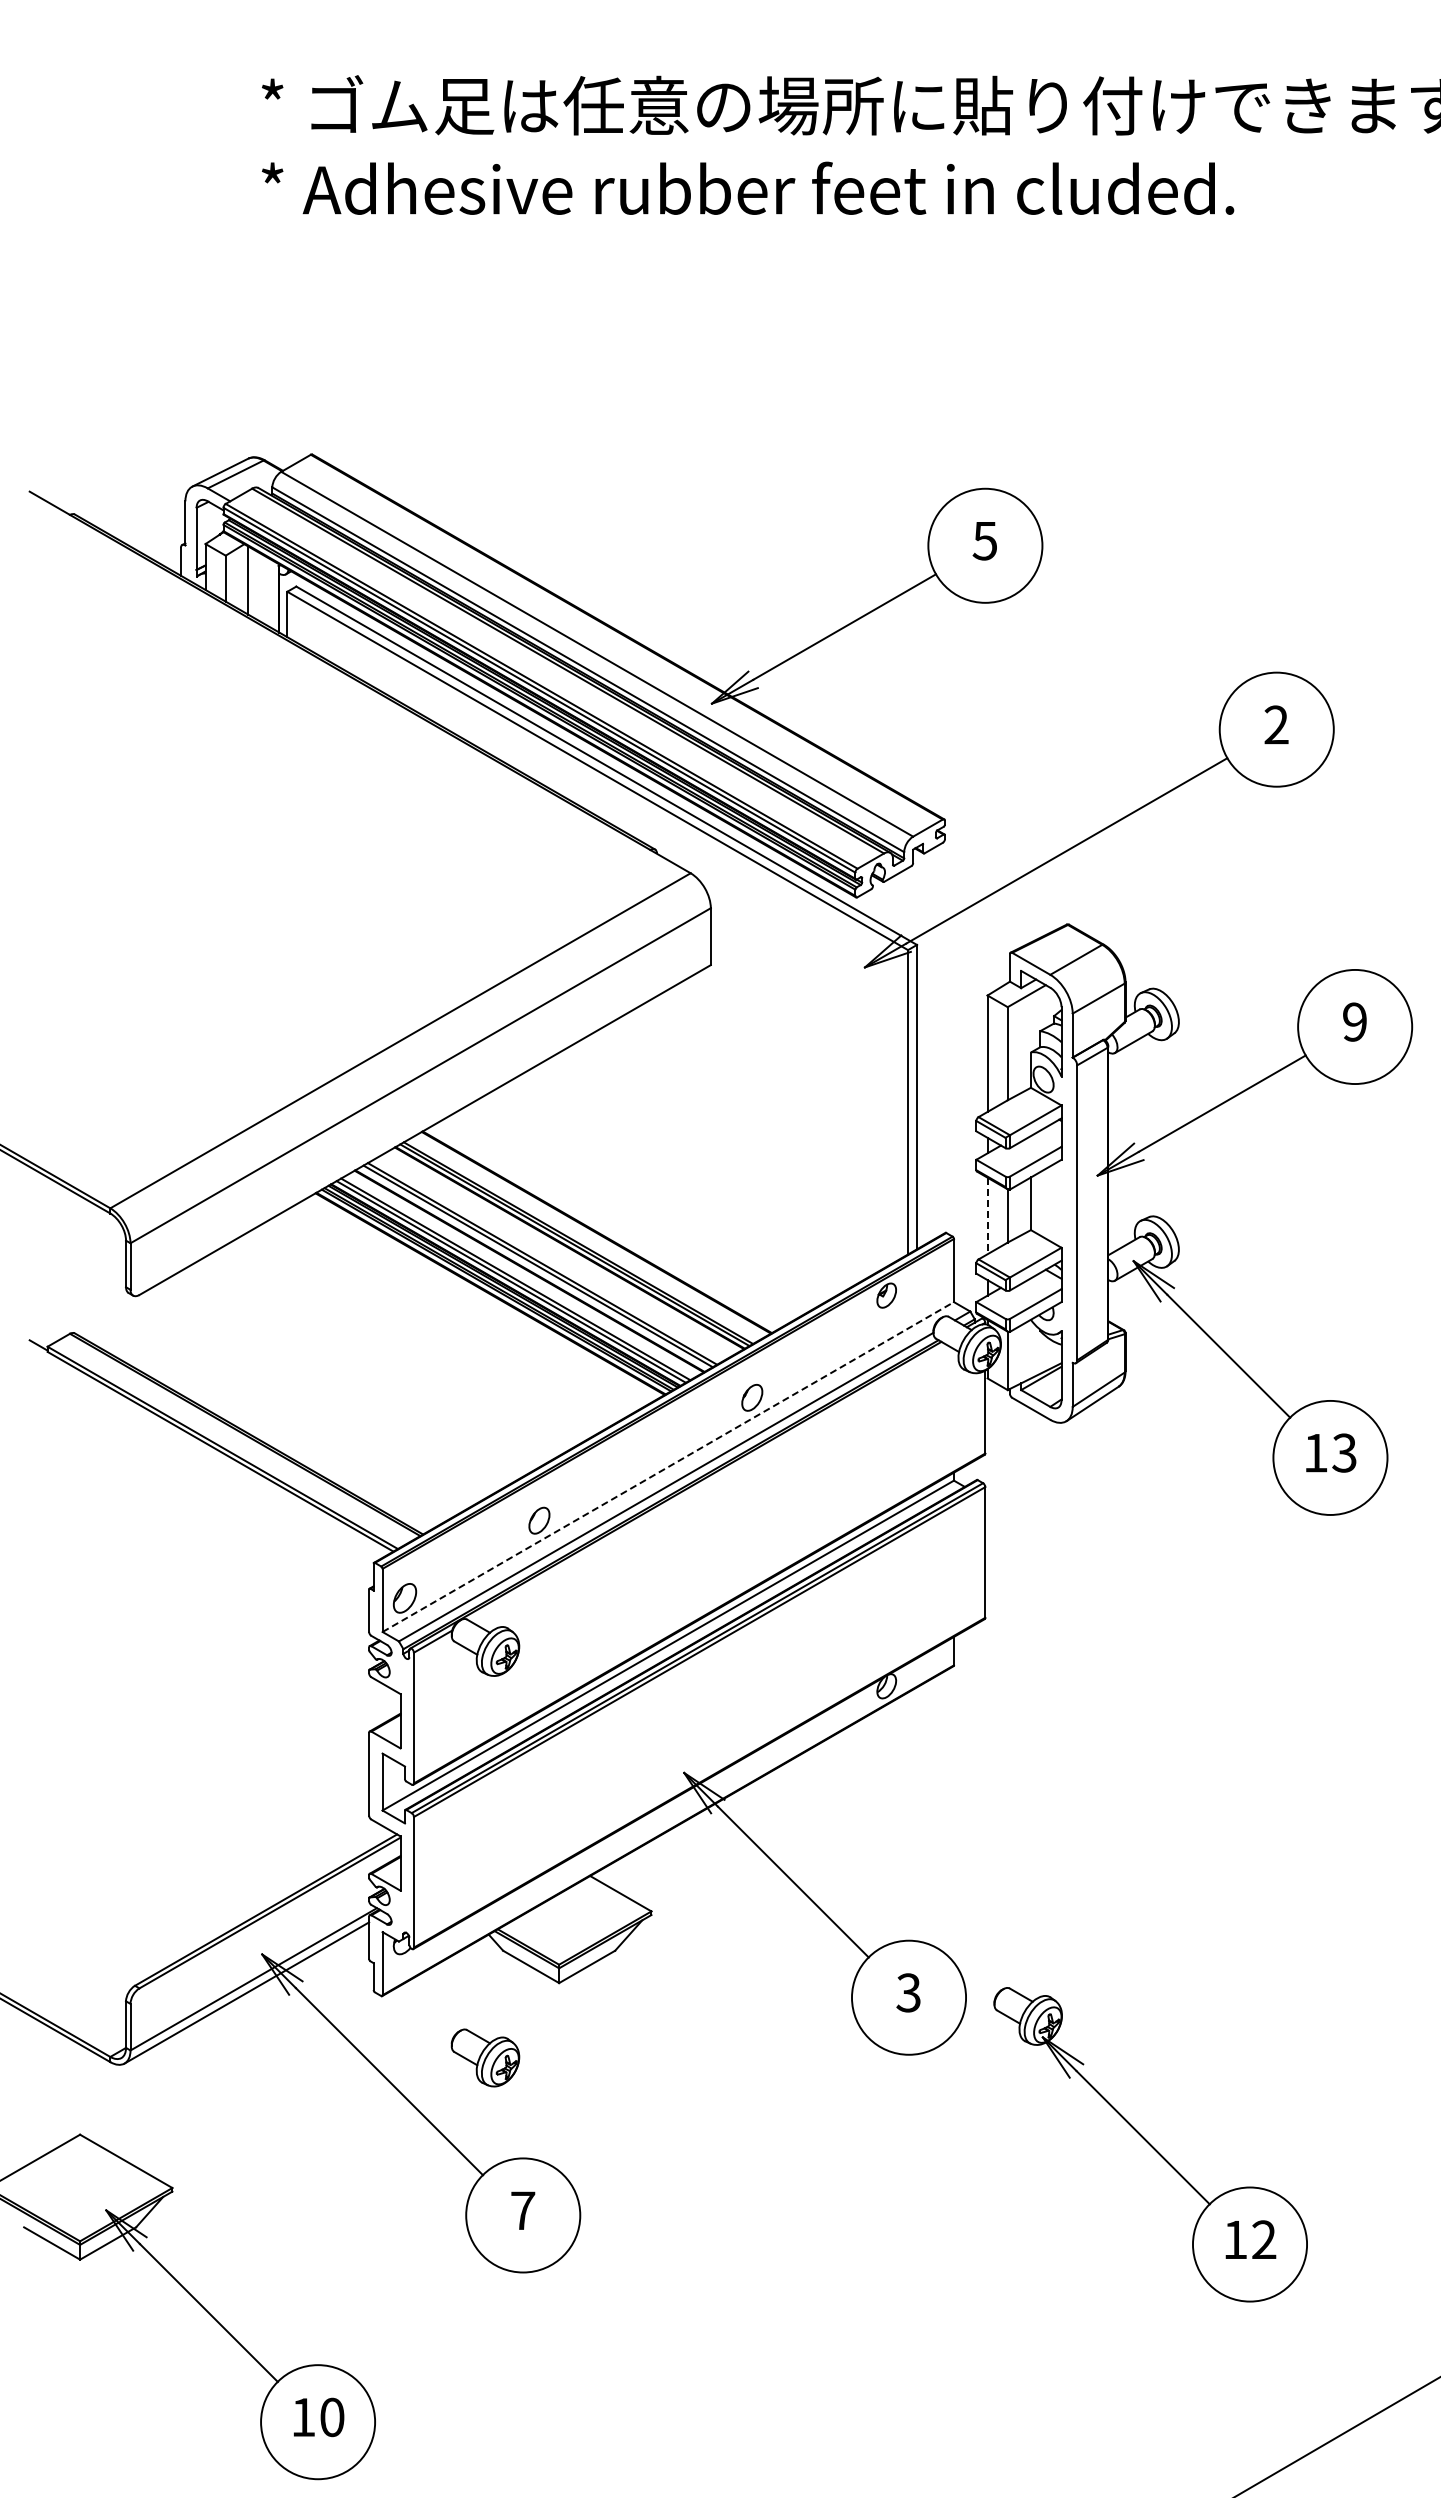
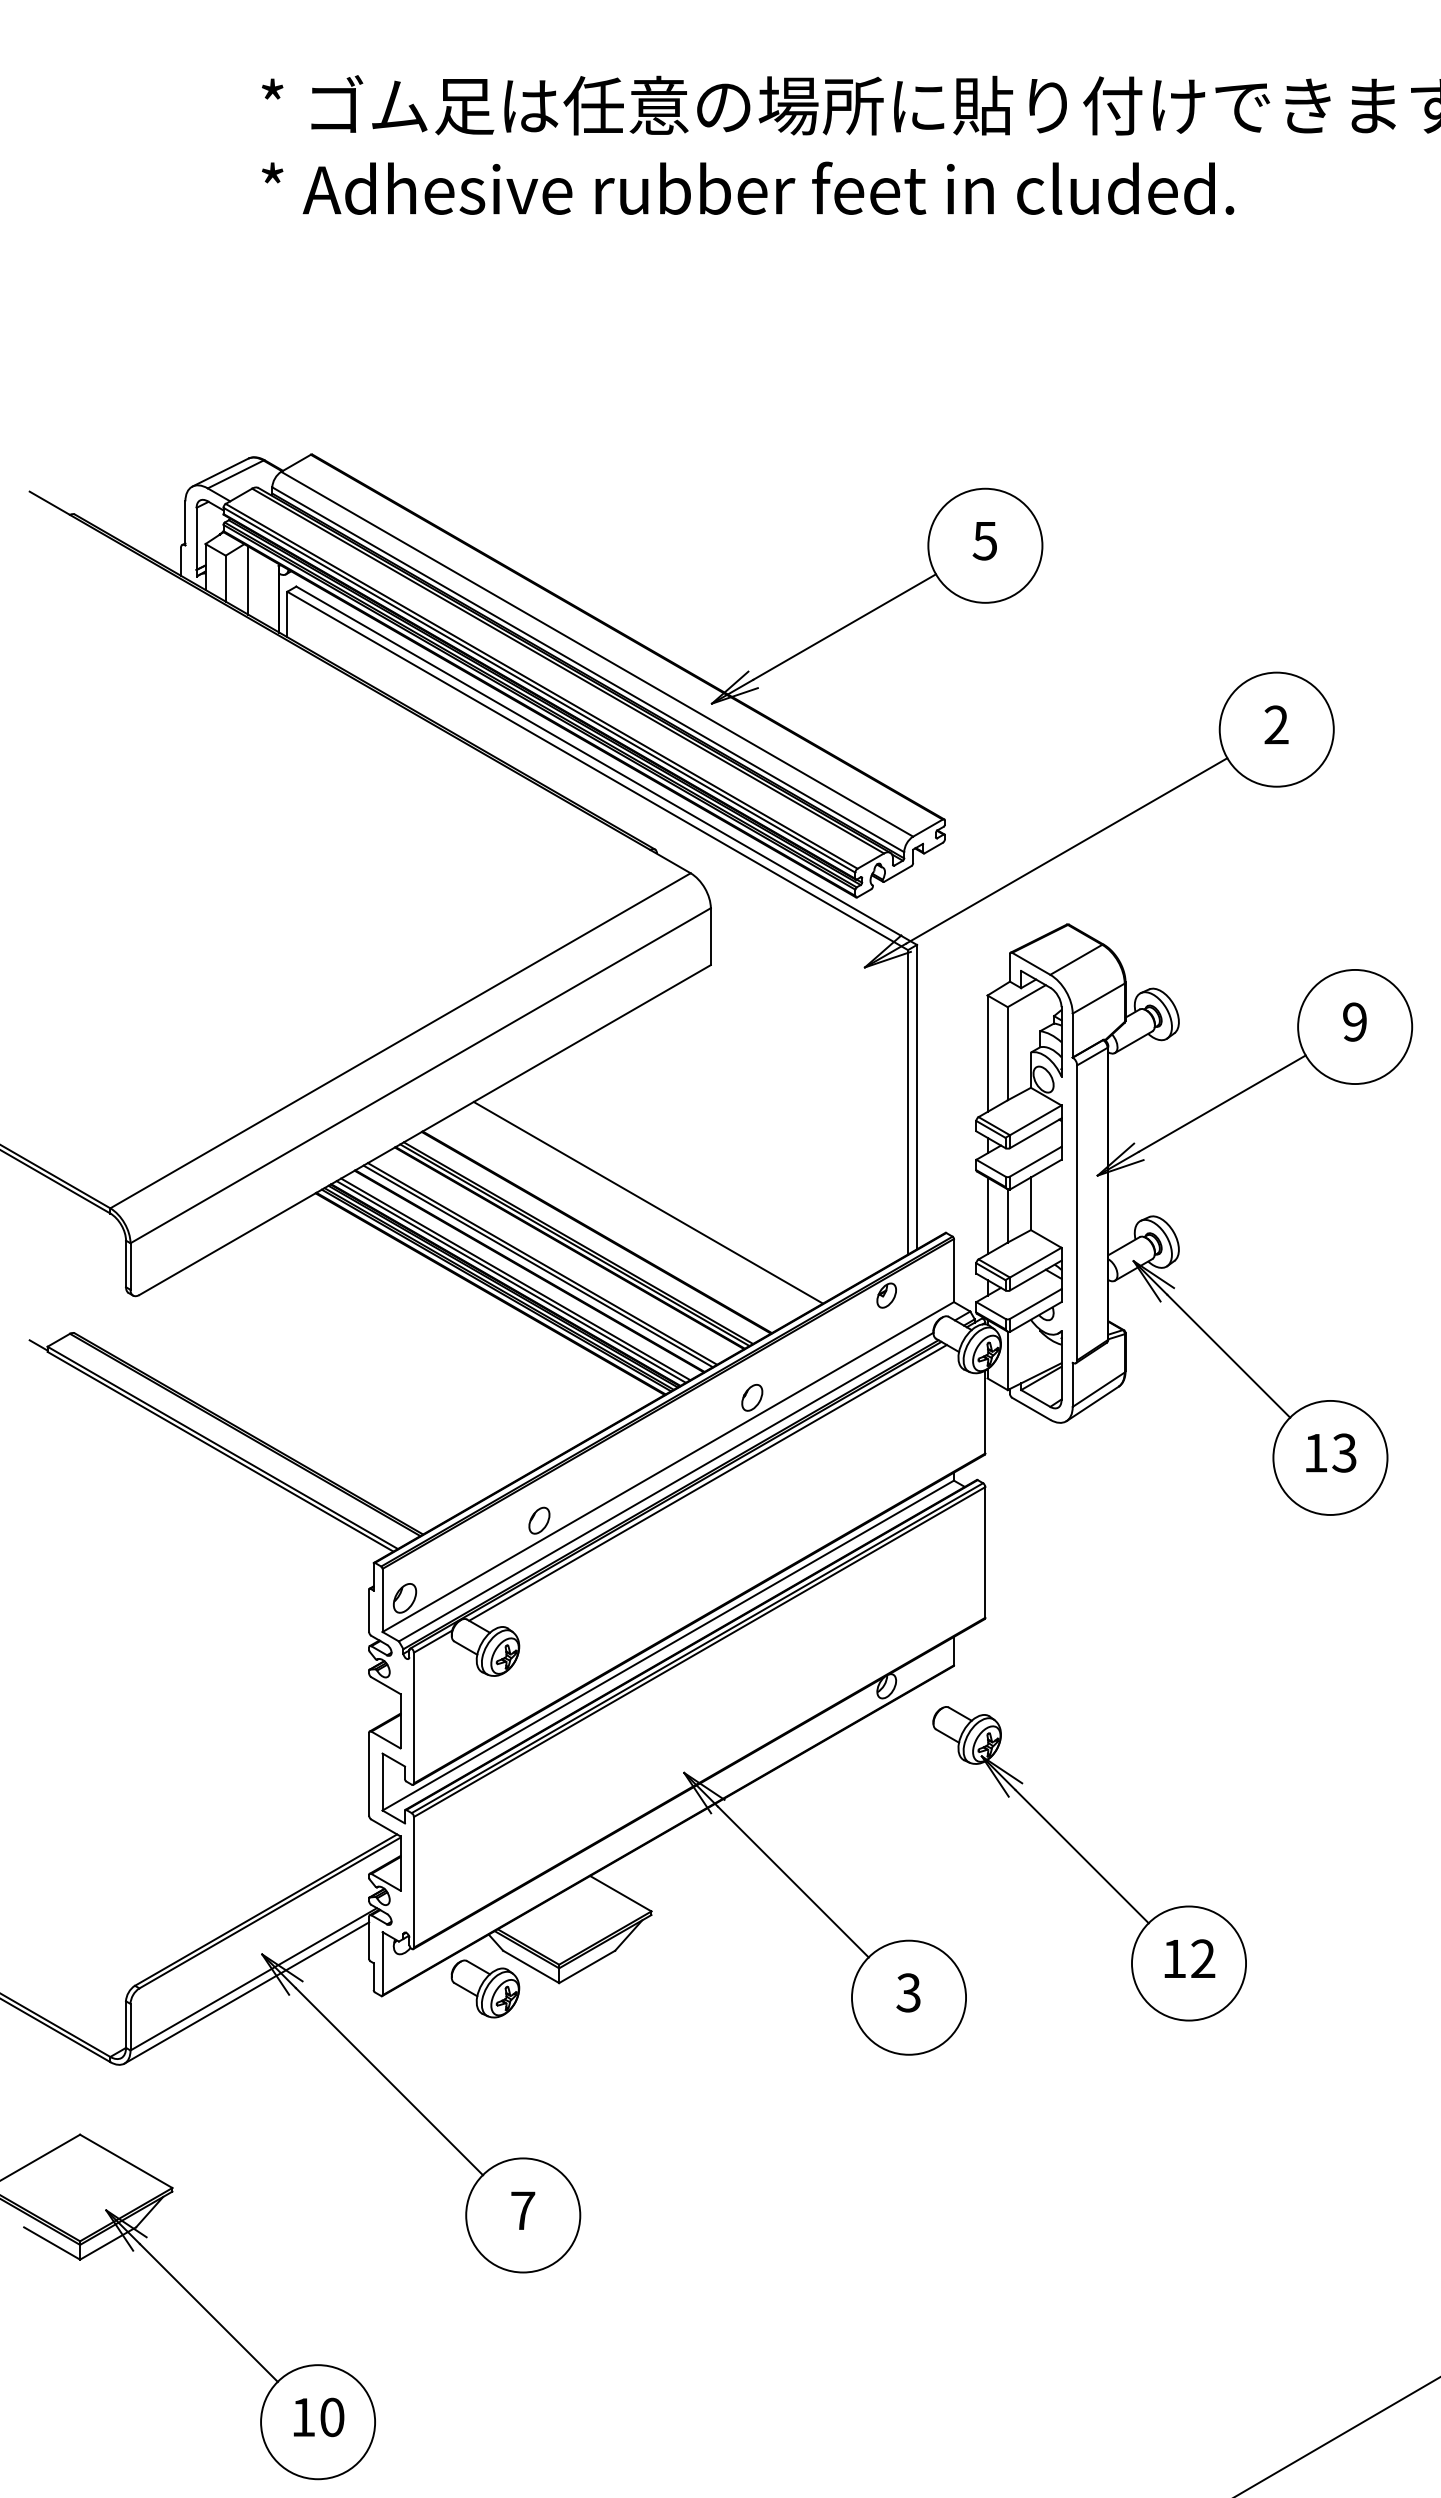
line at (648, 1202): none -> present
line at (987, 1216): dashed -> solid
line at (668, 1467): dashed -> solid
line at (707, 1482): none -> present
part at (485, 2057) position: (485, 2057) -> (485, 1988)
part at (1150, 2144) position: (1150, 2144) -> (1089, 1863)
